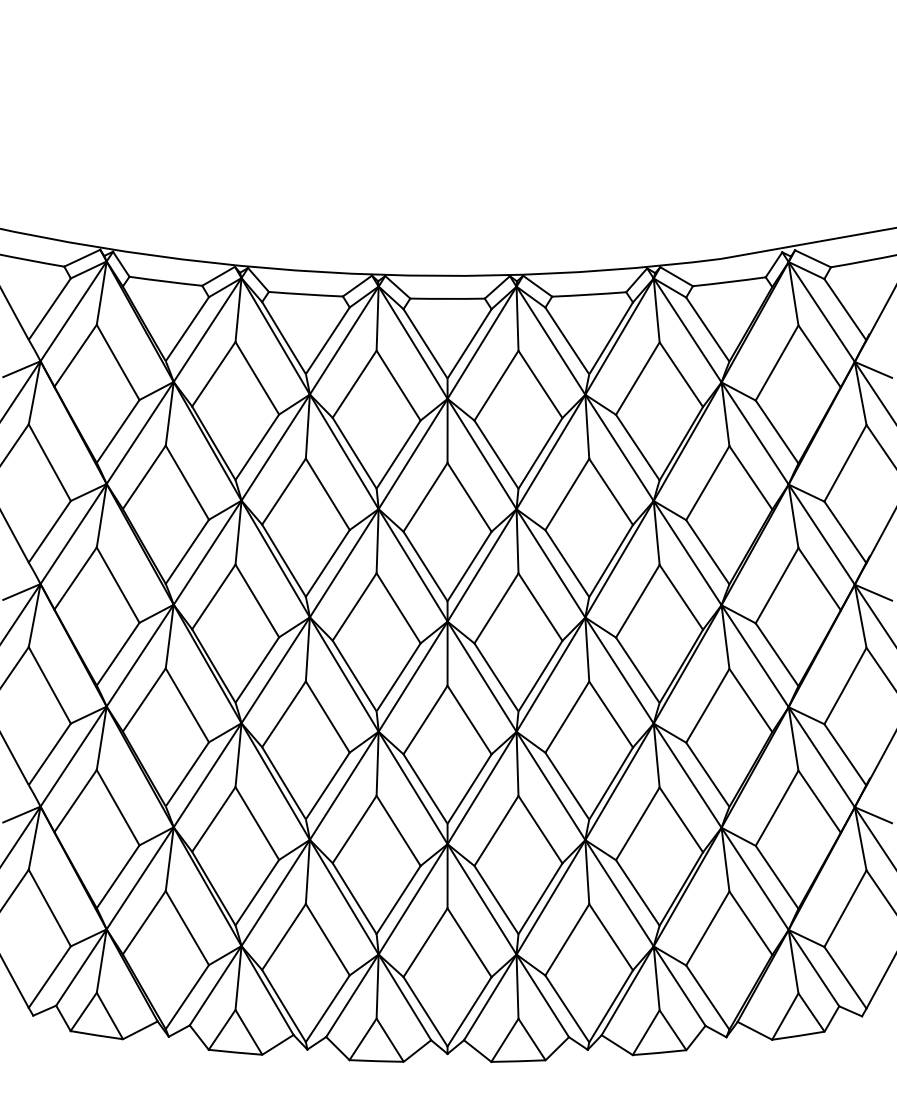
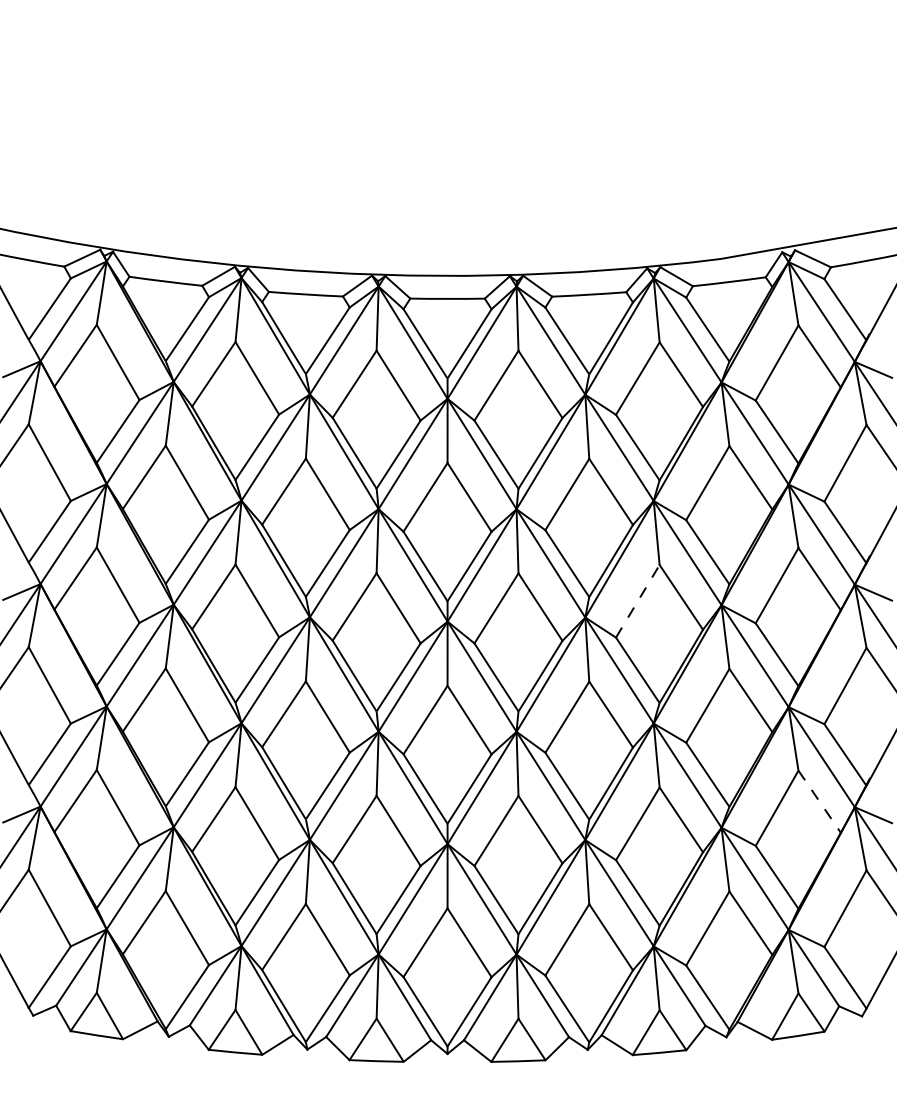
line at (638, 600): solid -> dashed
line at (819, 801): solid -> dashed
